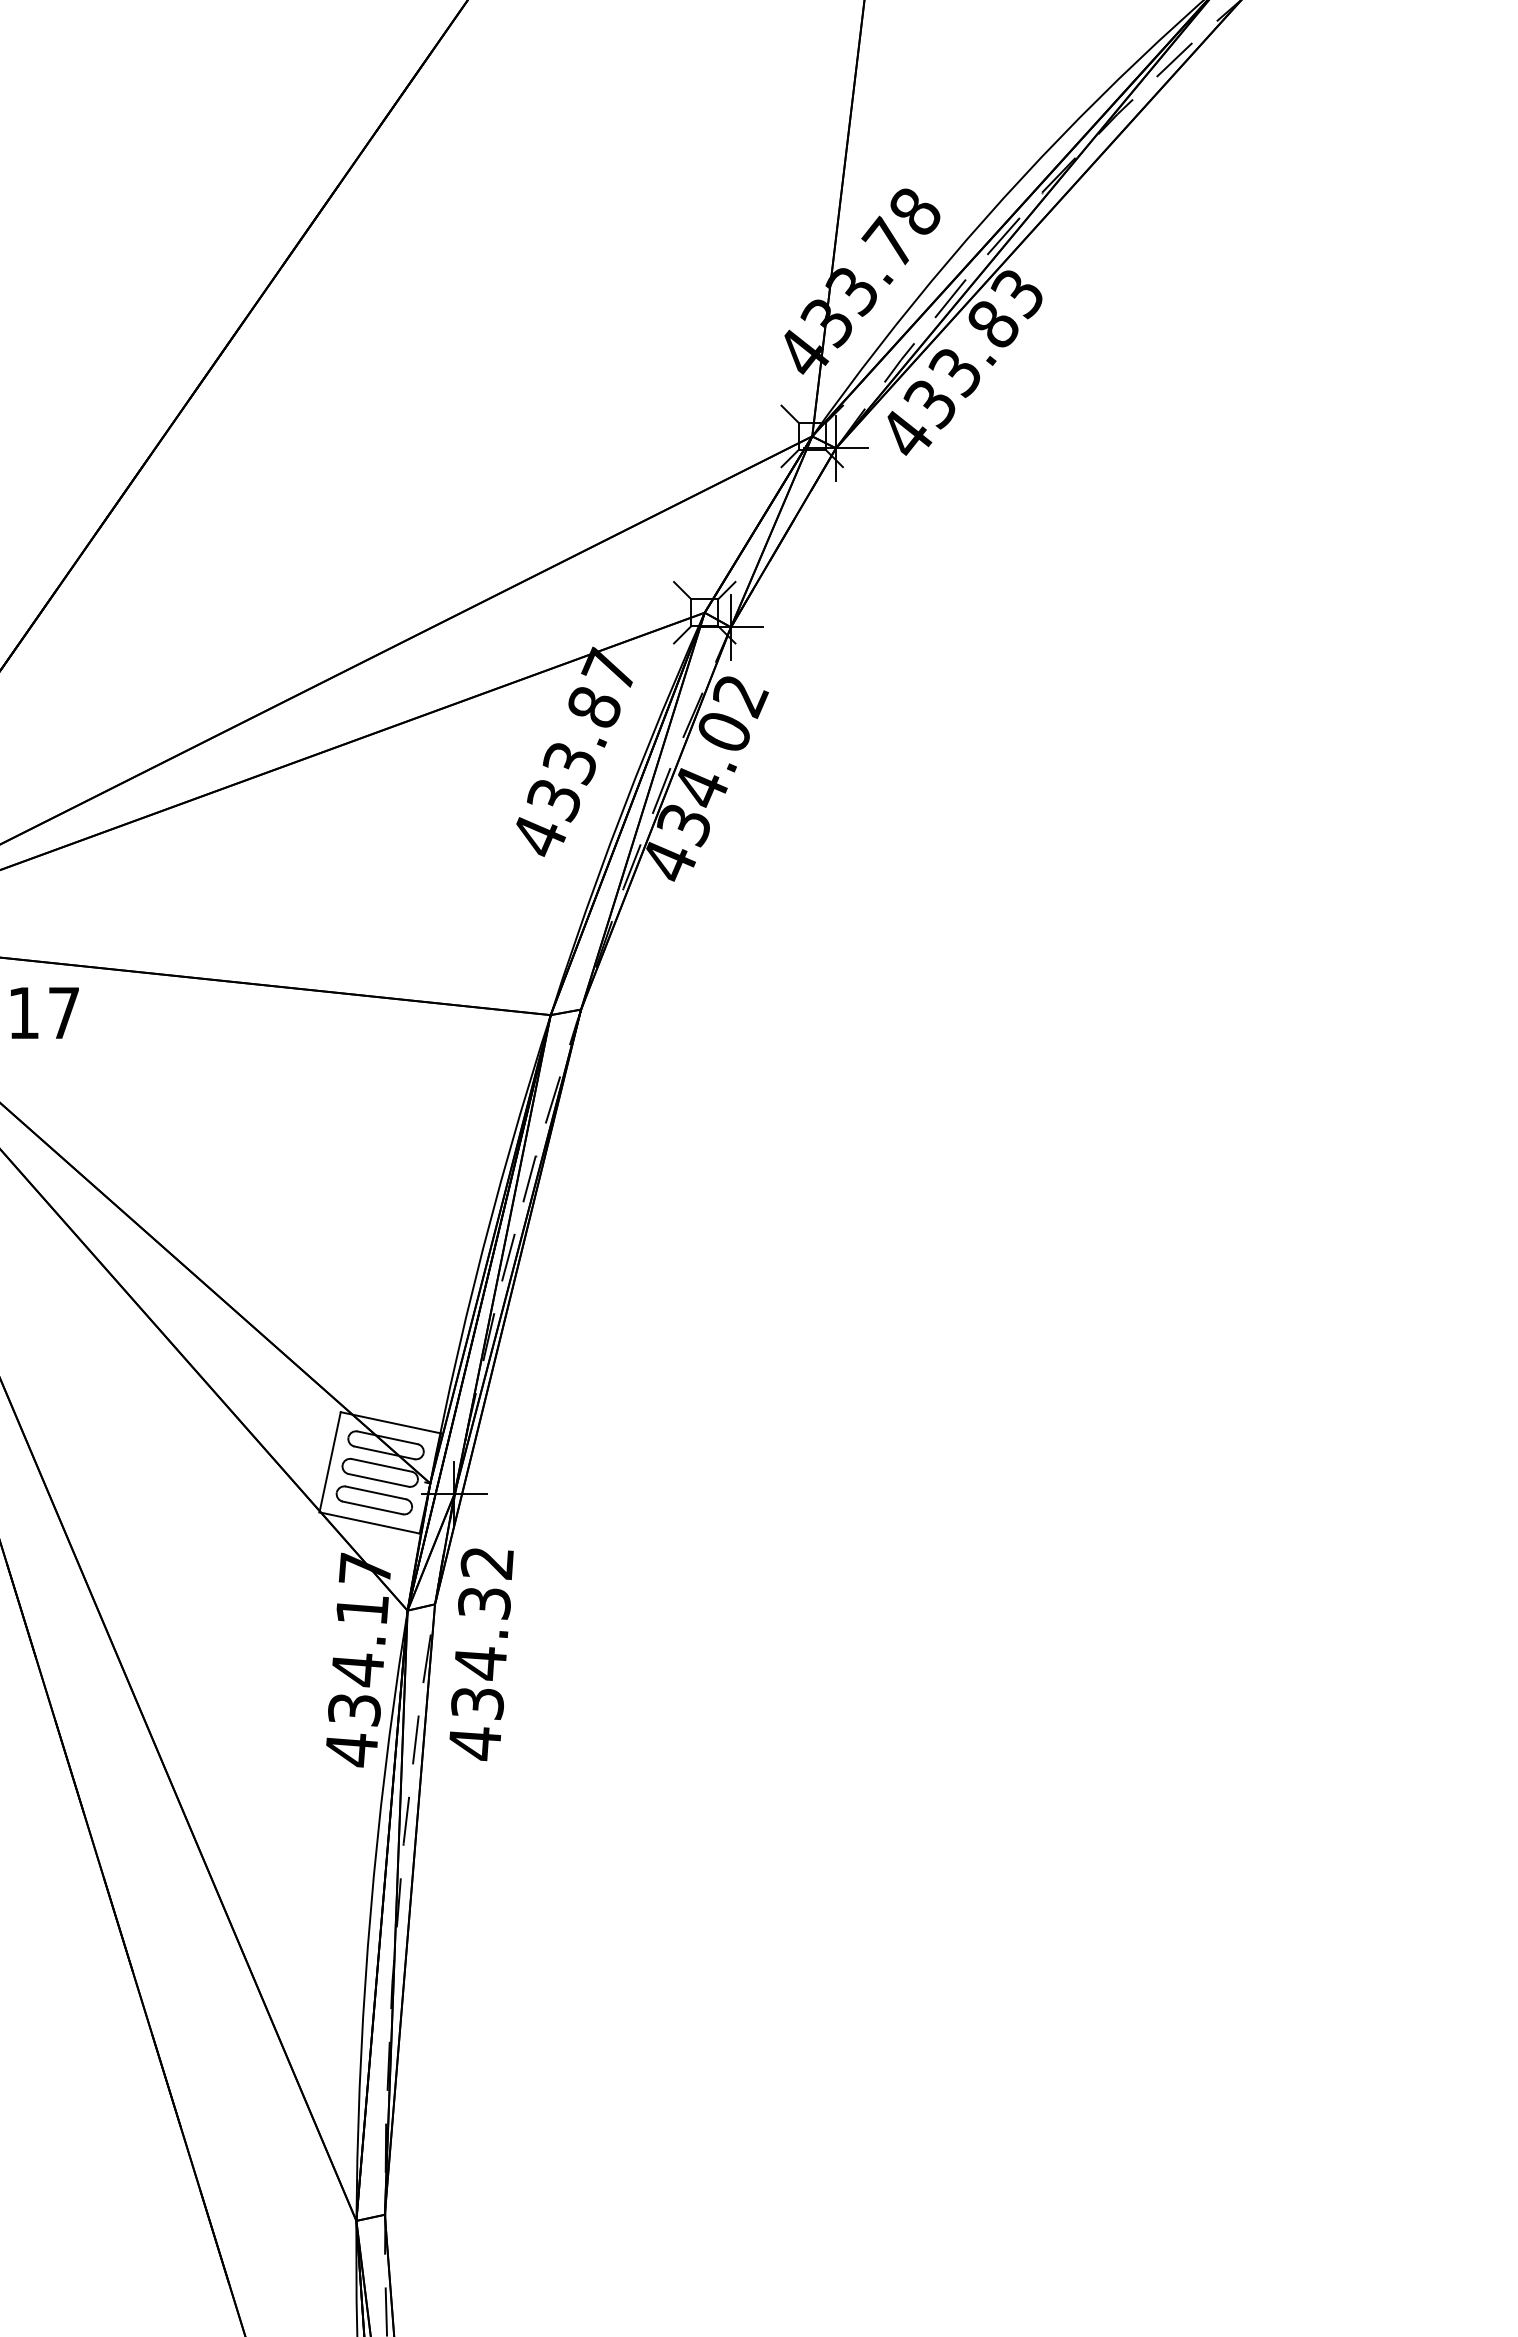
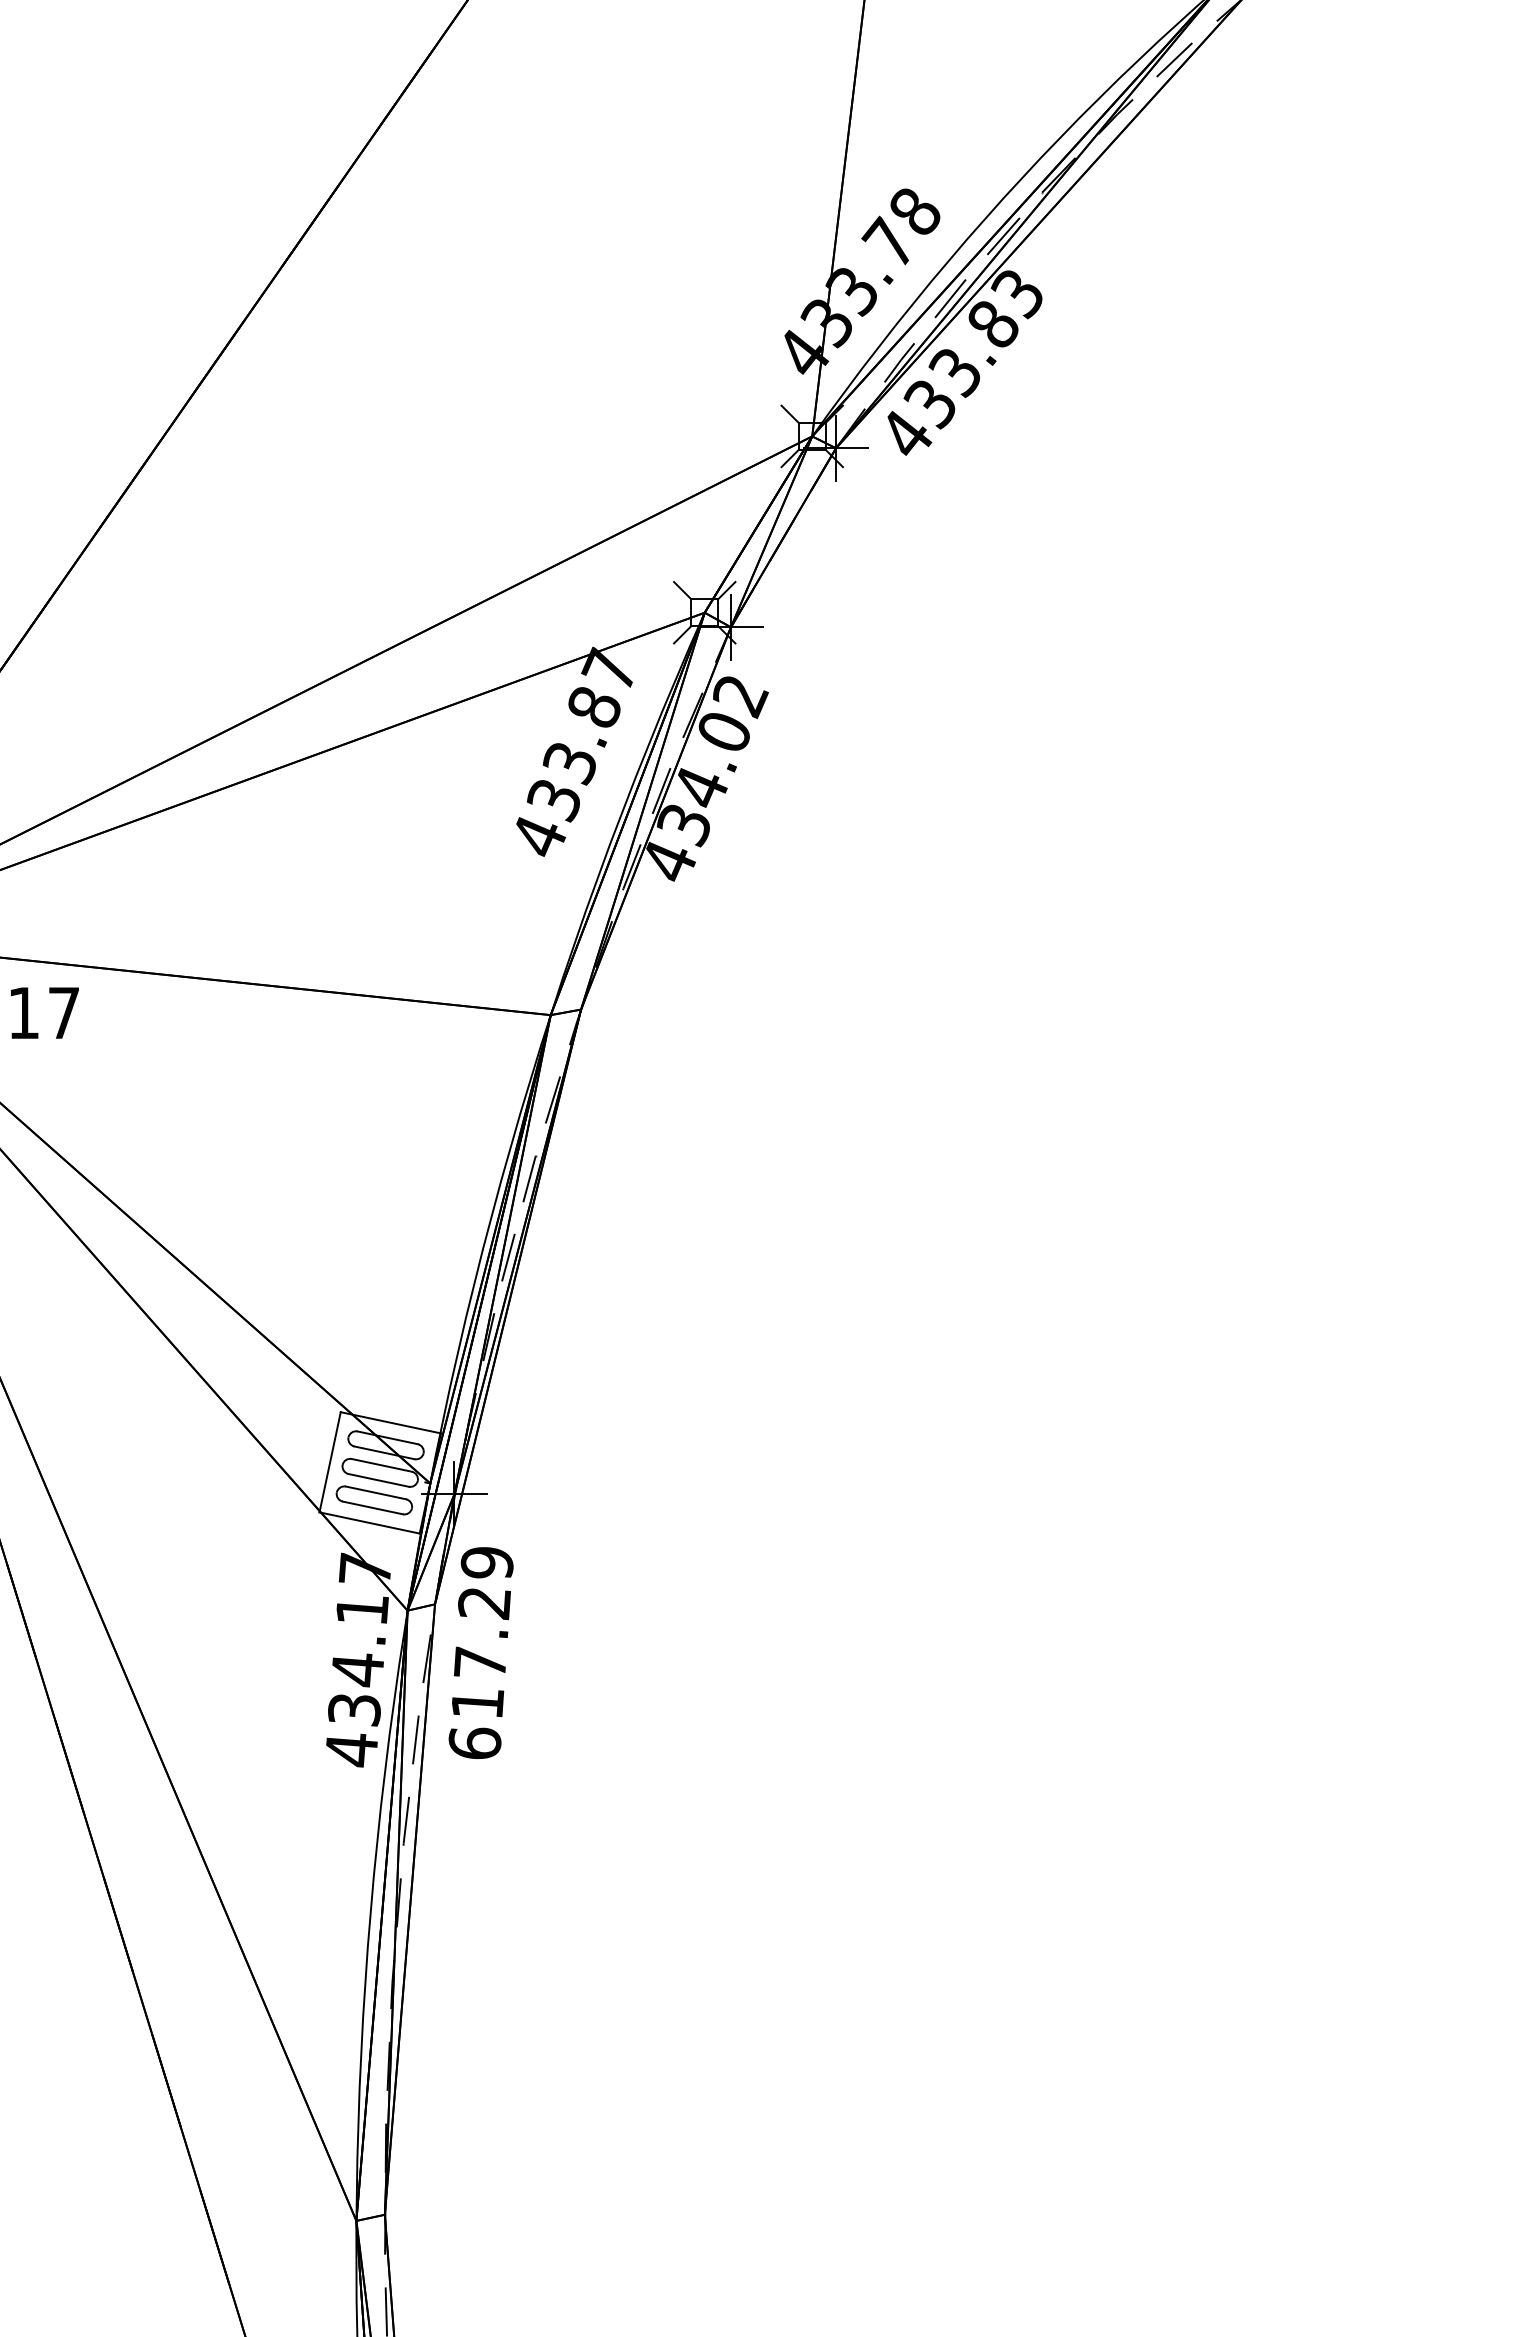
text at (480, 1654): 434.32 -> 617.29
